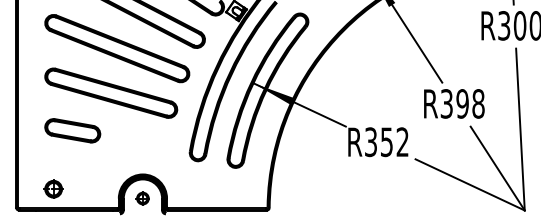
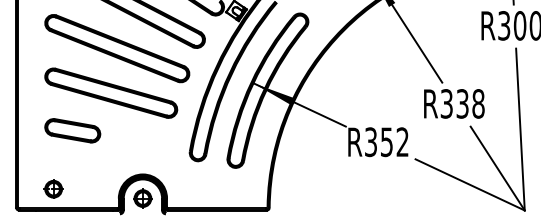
text at (462, 103): R398 -> R338
part at (142, 198) size: 15x15 px -> 20x21 px
